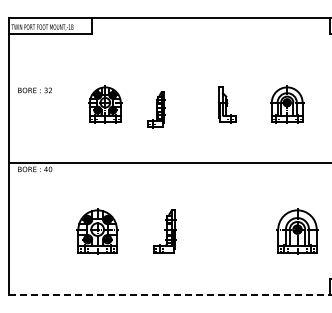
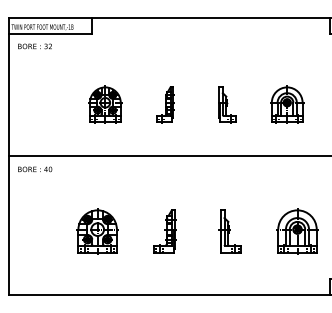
text at (34, 90) position: (34, 90) -> (34, 46)
part at (156, 109) position: (156, 109) -> (165, 104)
line at (168, 163) position: (168, 163) -> (168, 156)
part at (229, 231): none -> present
line at (171, 295): dashed -> solid
